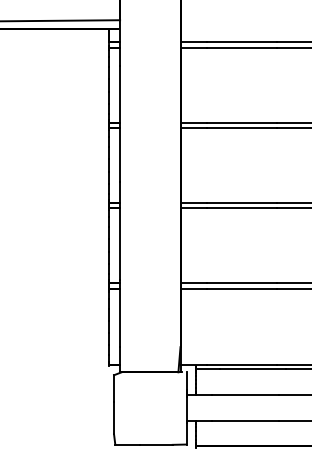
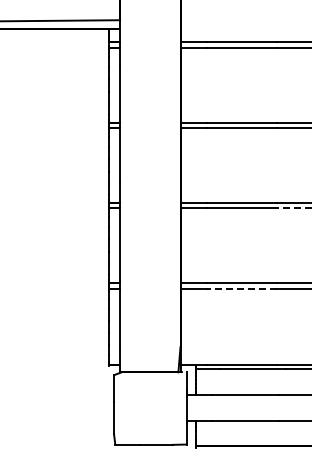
line at (293, 207): solid -> dashed
line at (241, 289): solid -> dashed
